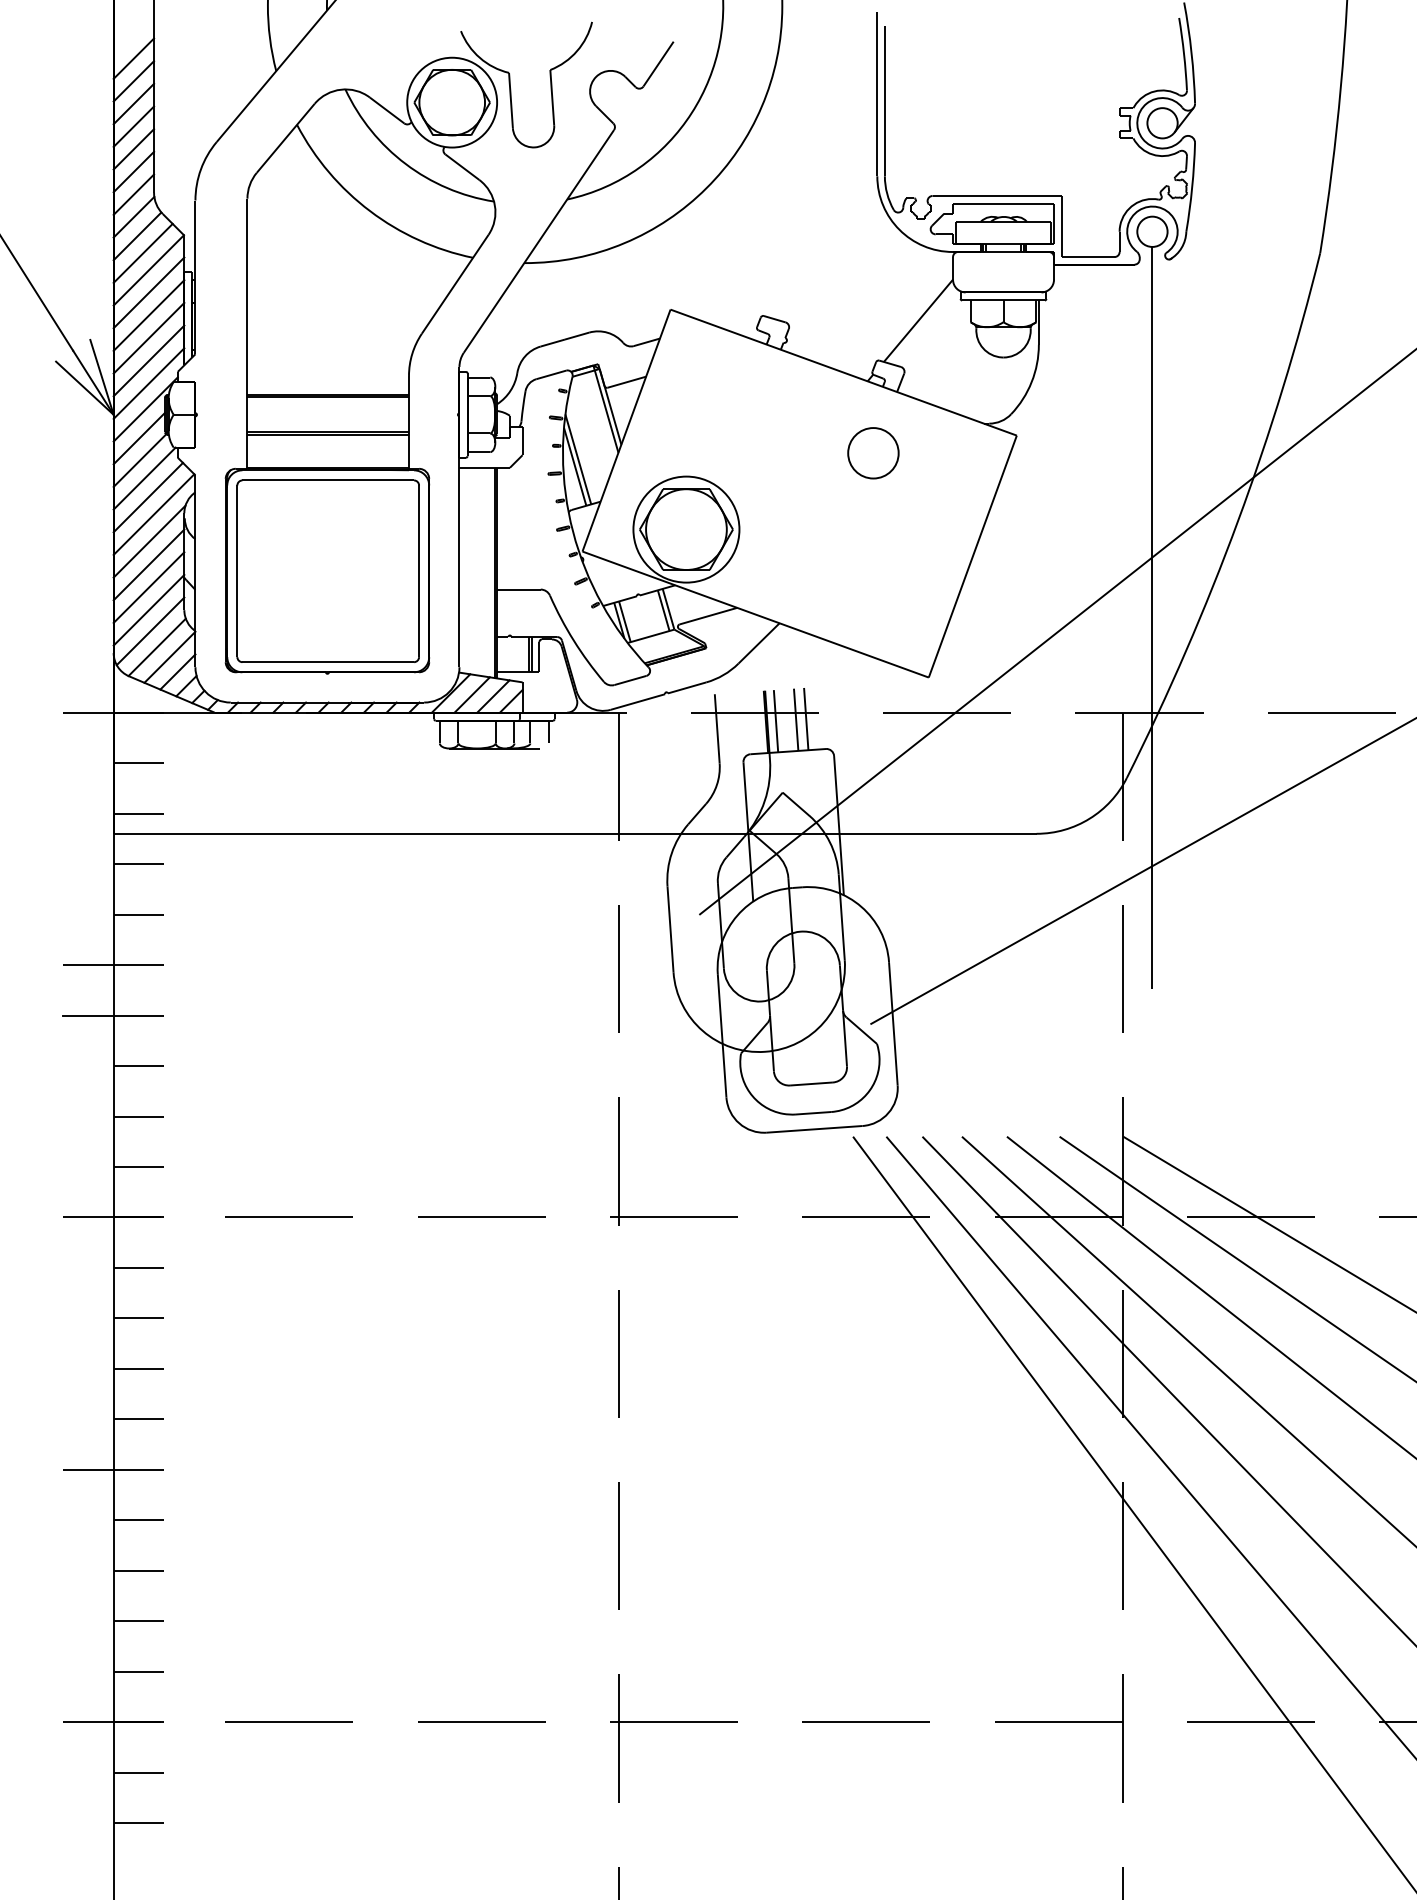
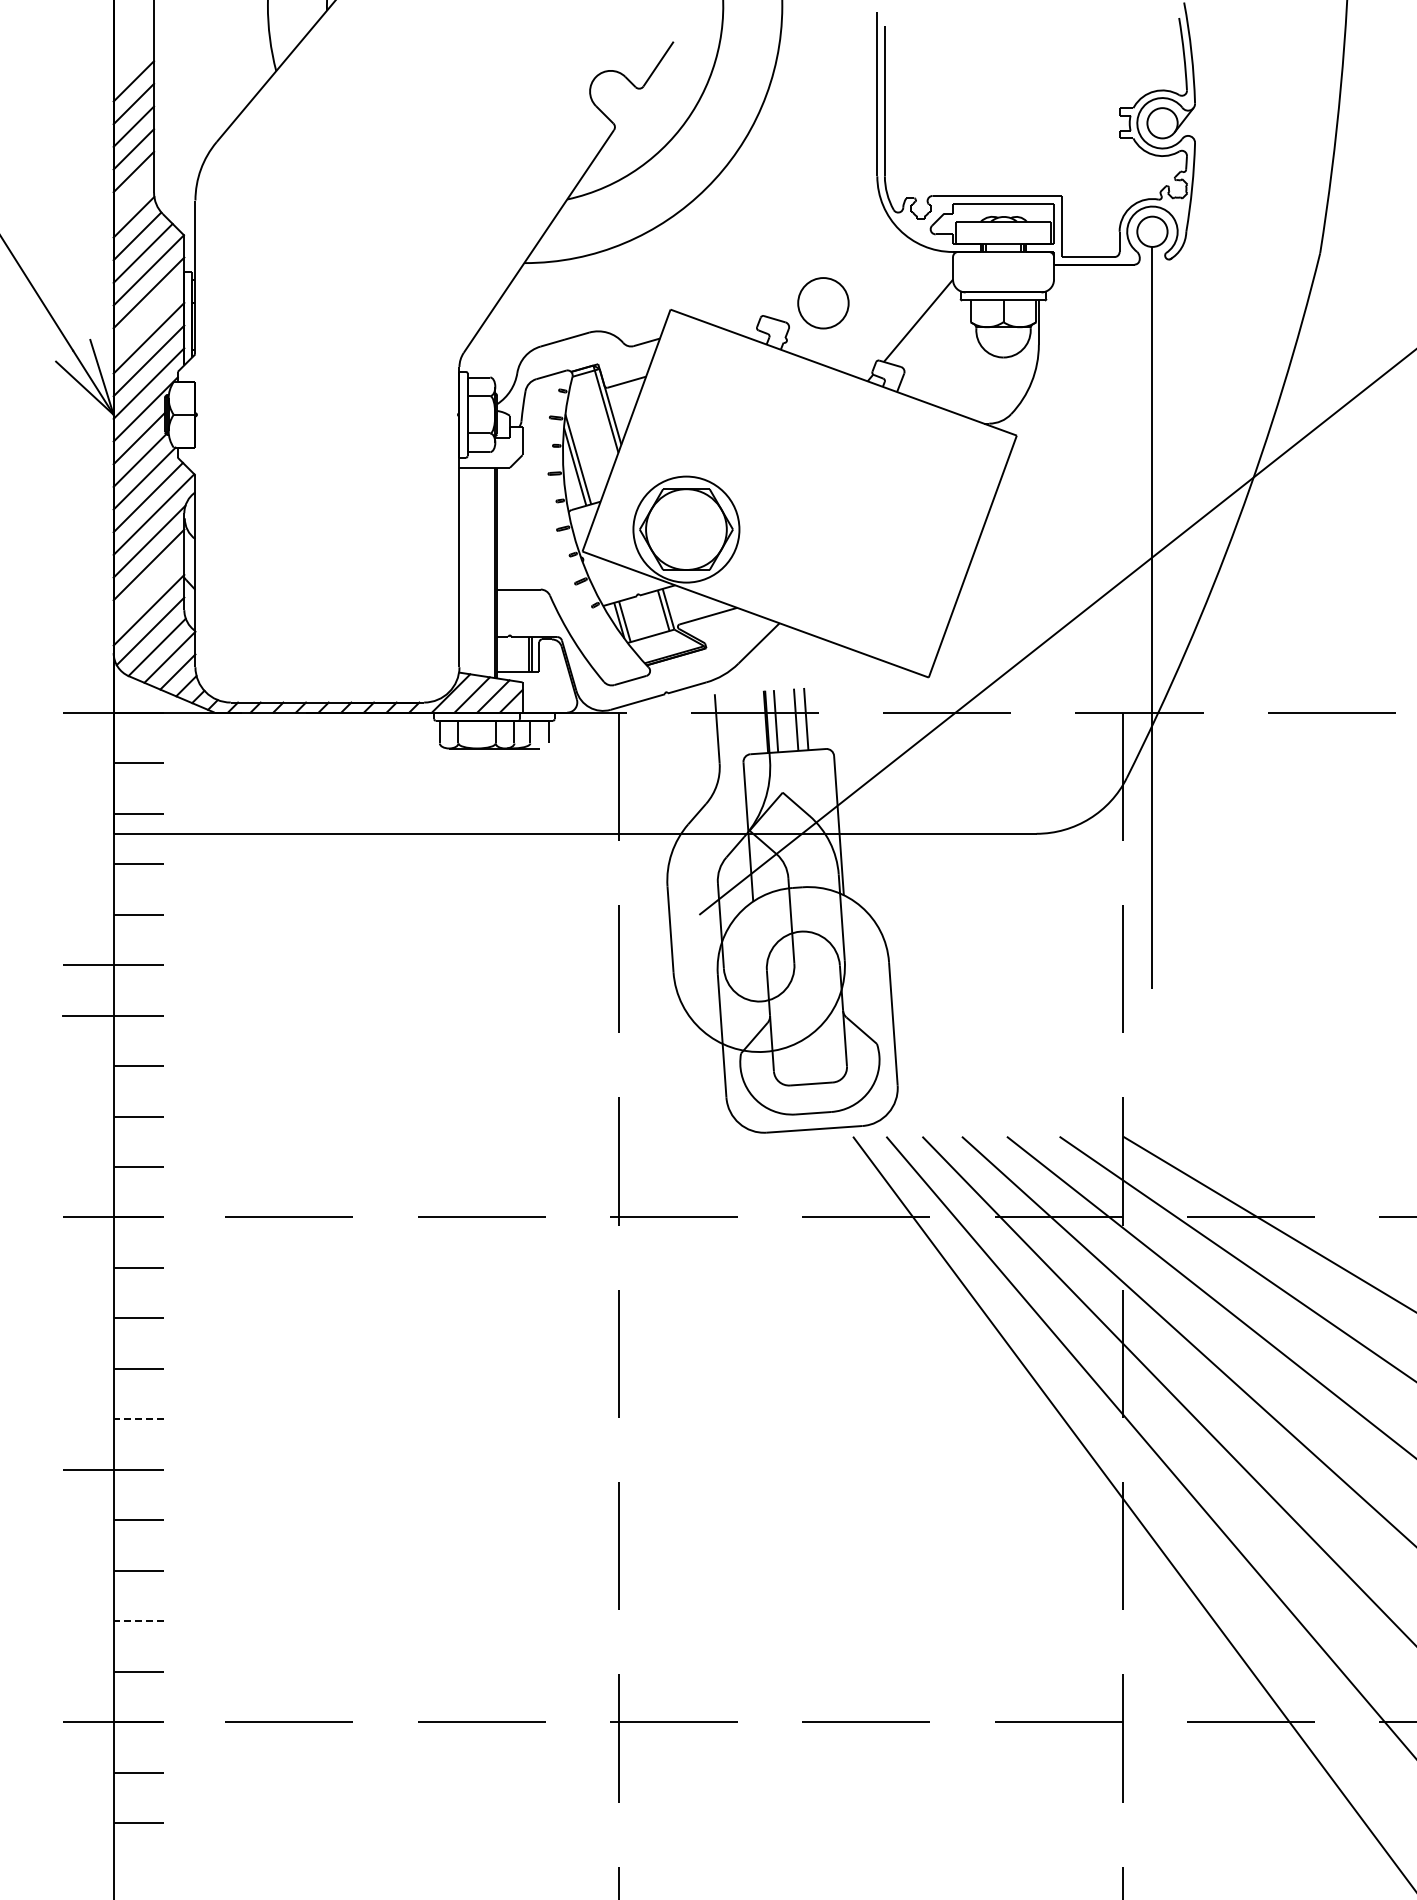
line at (133, 58): present -> none
line at (133, 194): present -> none
line at (148, 315): present -> none
part at (408, 347): present -> none
part at (873, 453) position: (873, 453) -> (823, 303)
line at (148, 587): present -> none
line at (1142, 871): present -> none
line at (138, 1419): solid -> dashed
line at (138, 1621): solid -> dashed
